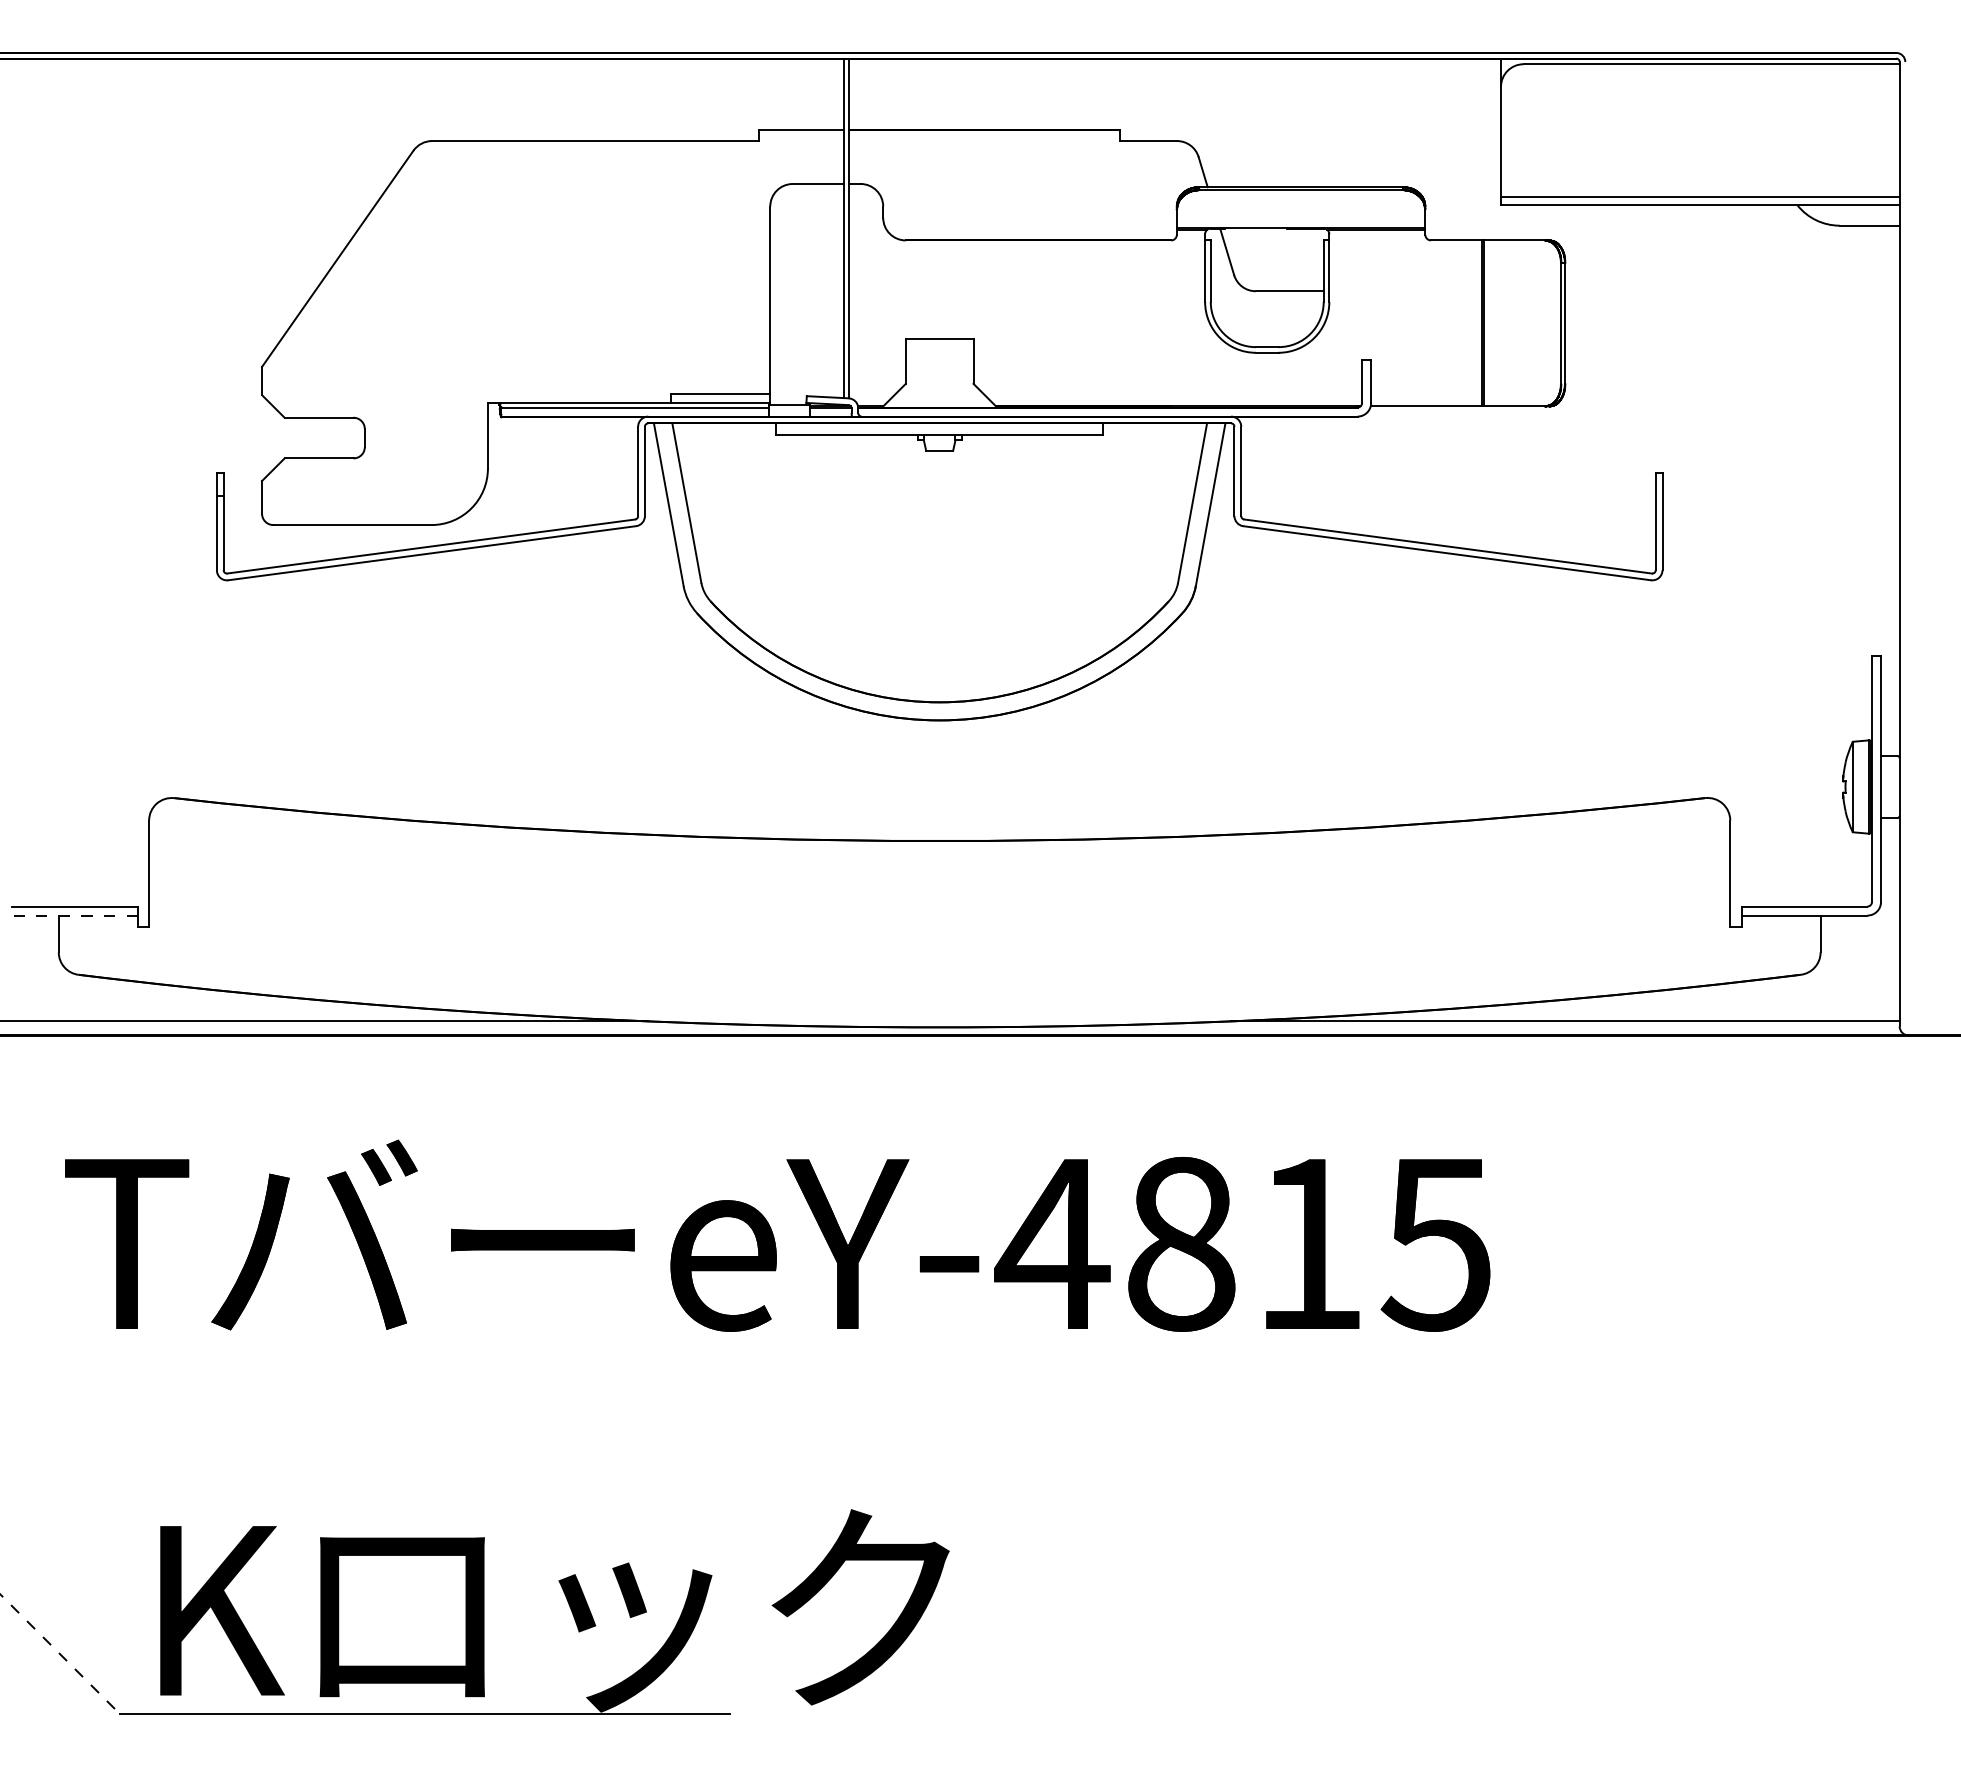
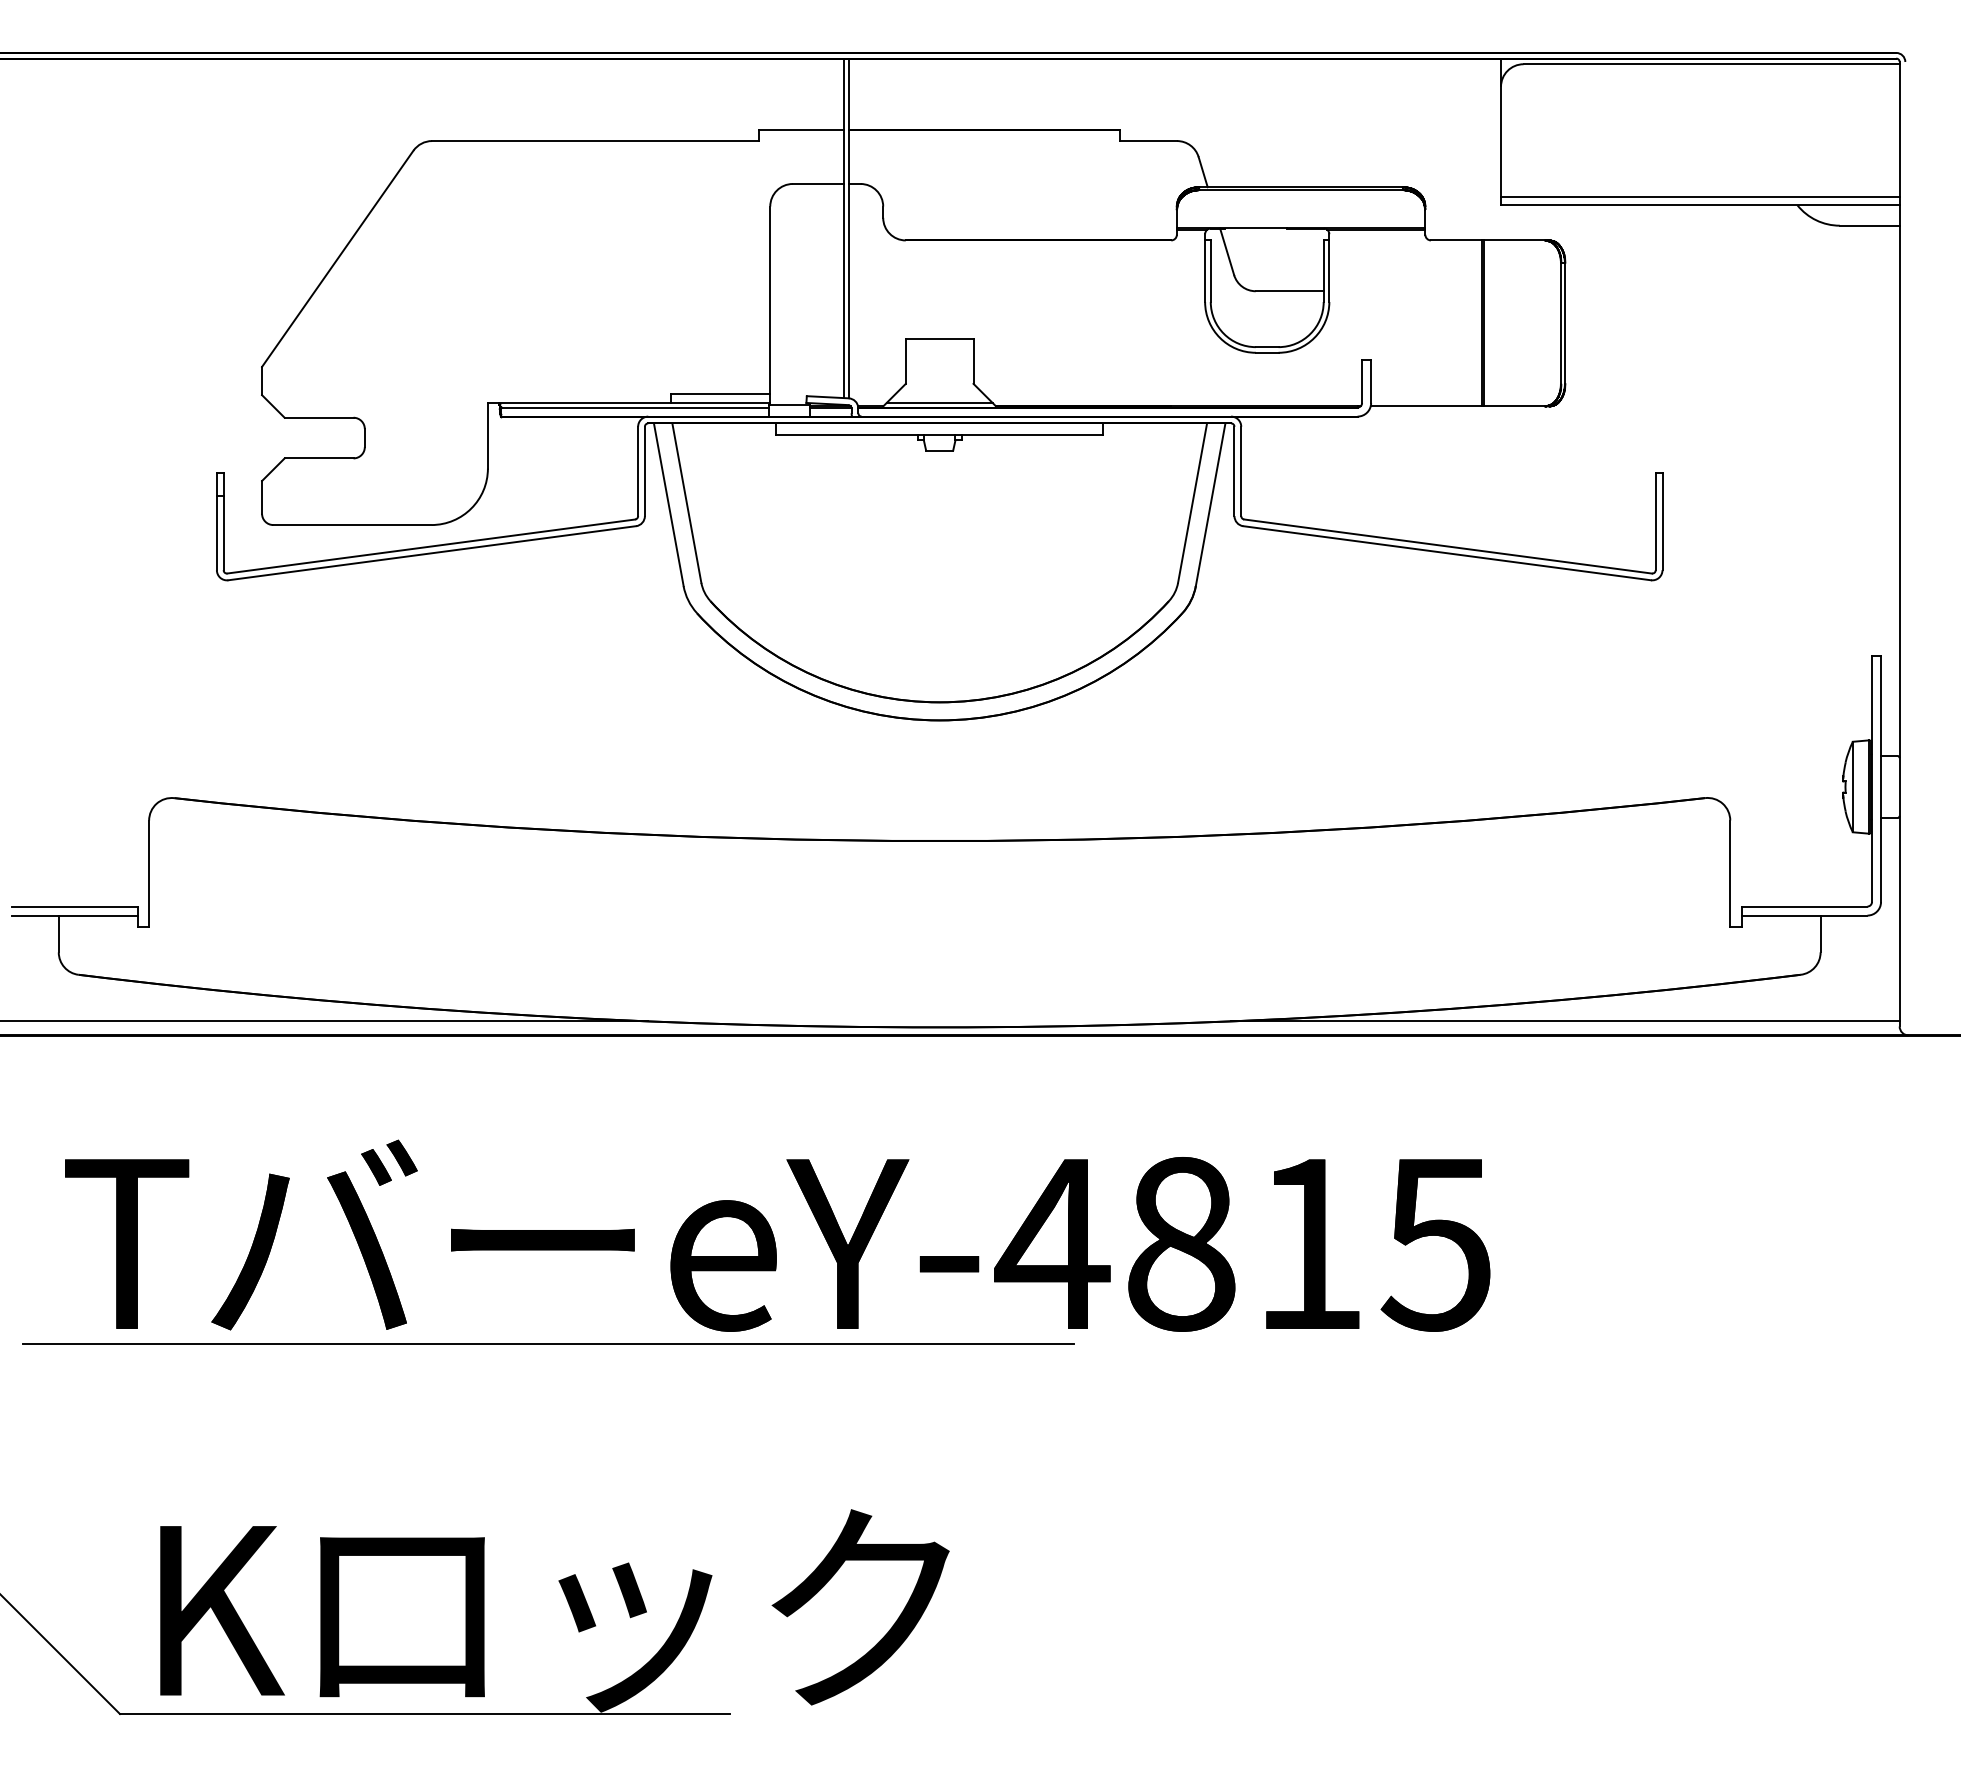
line at (939, 403): none -> present
line at (74, 915): dashed -> solid
line at (548, 1344): none -> present
line at (60, 1654): dashed -> solid
